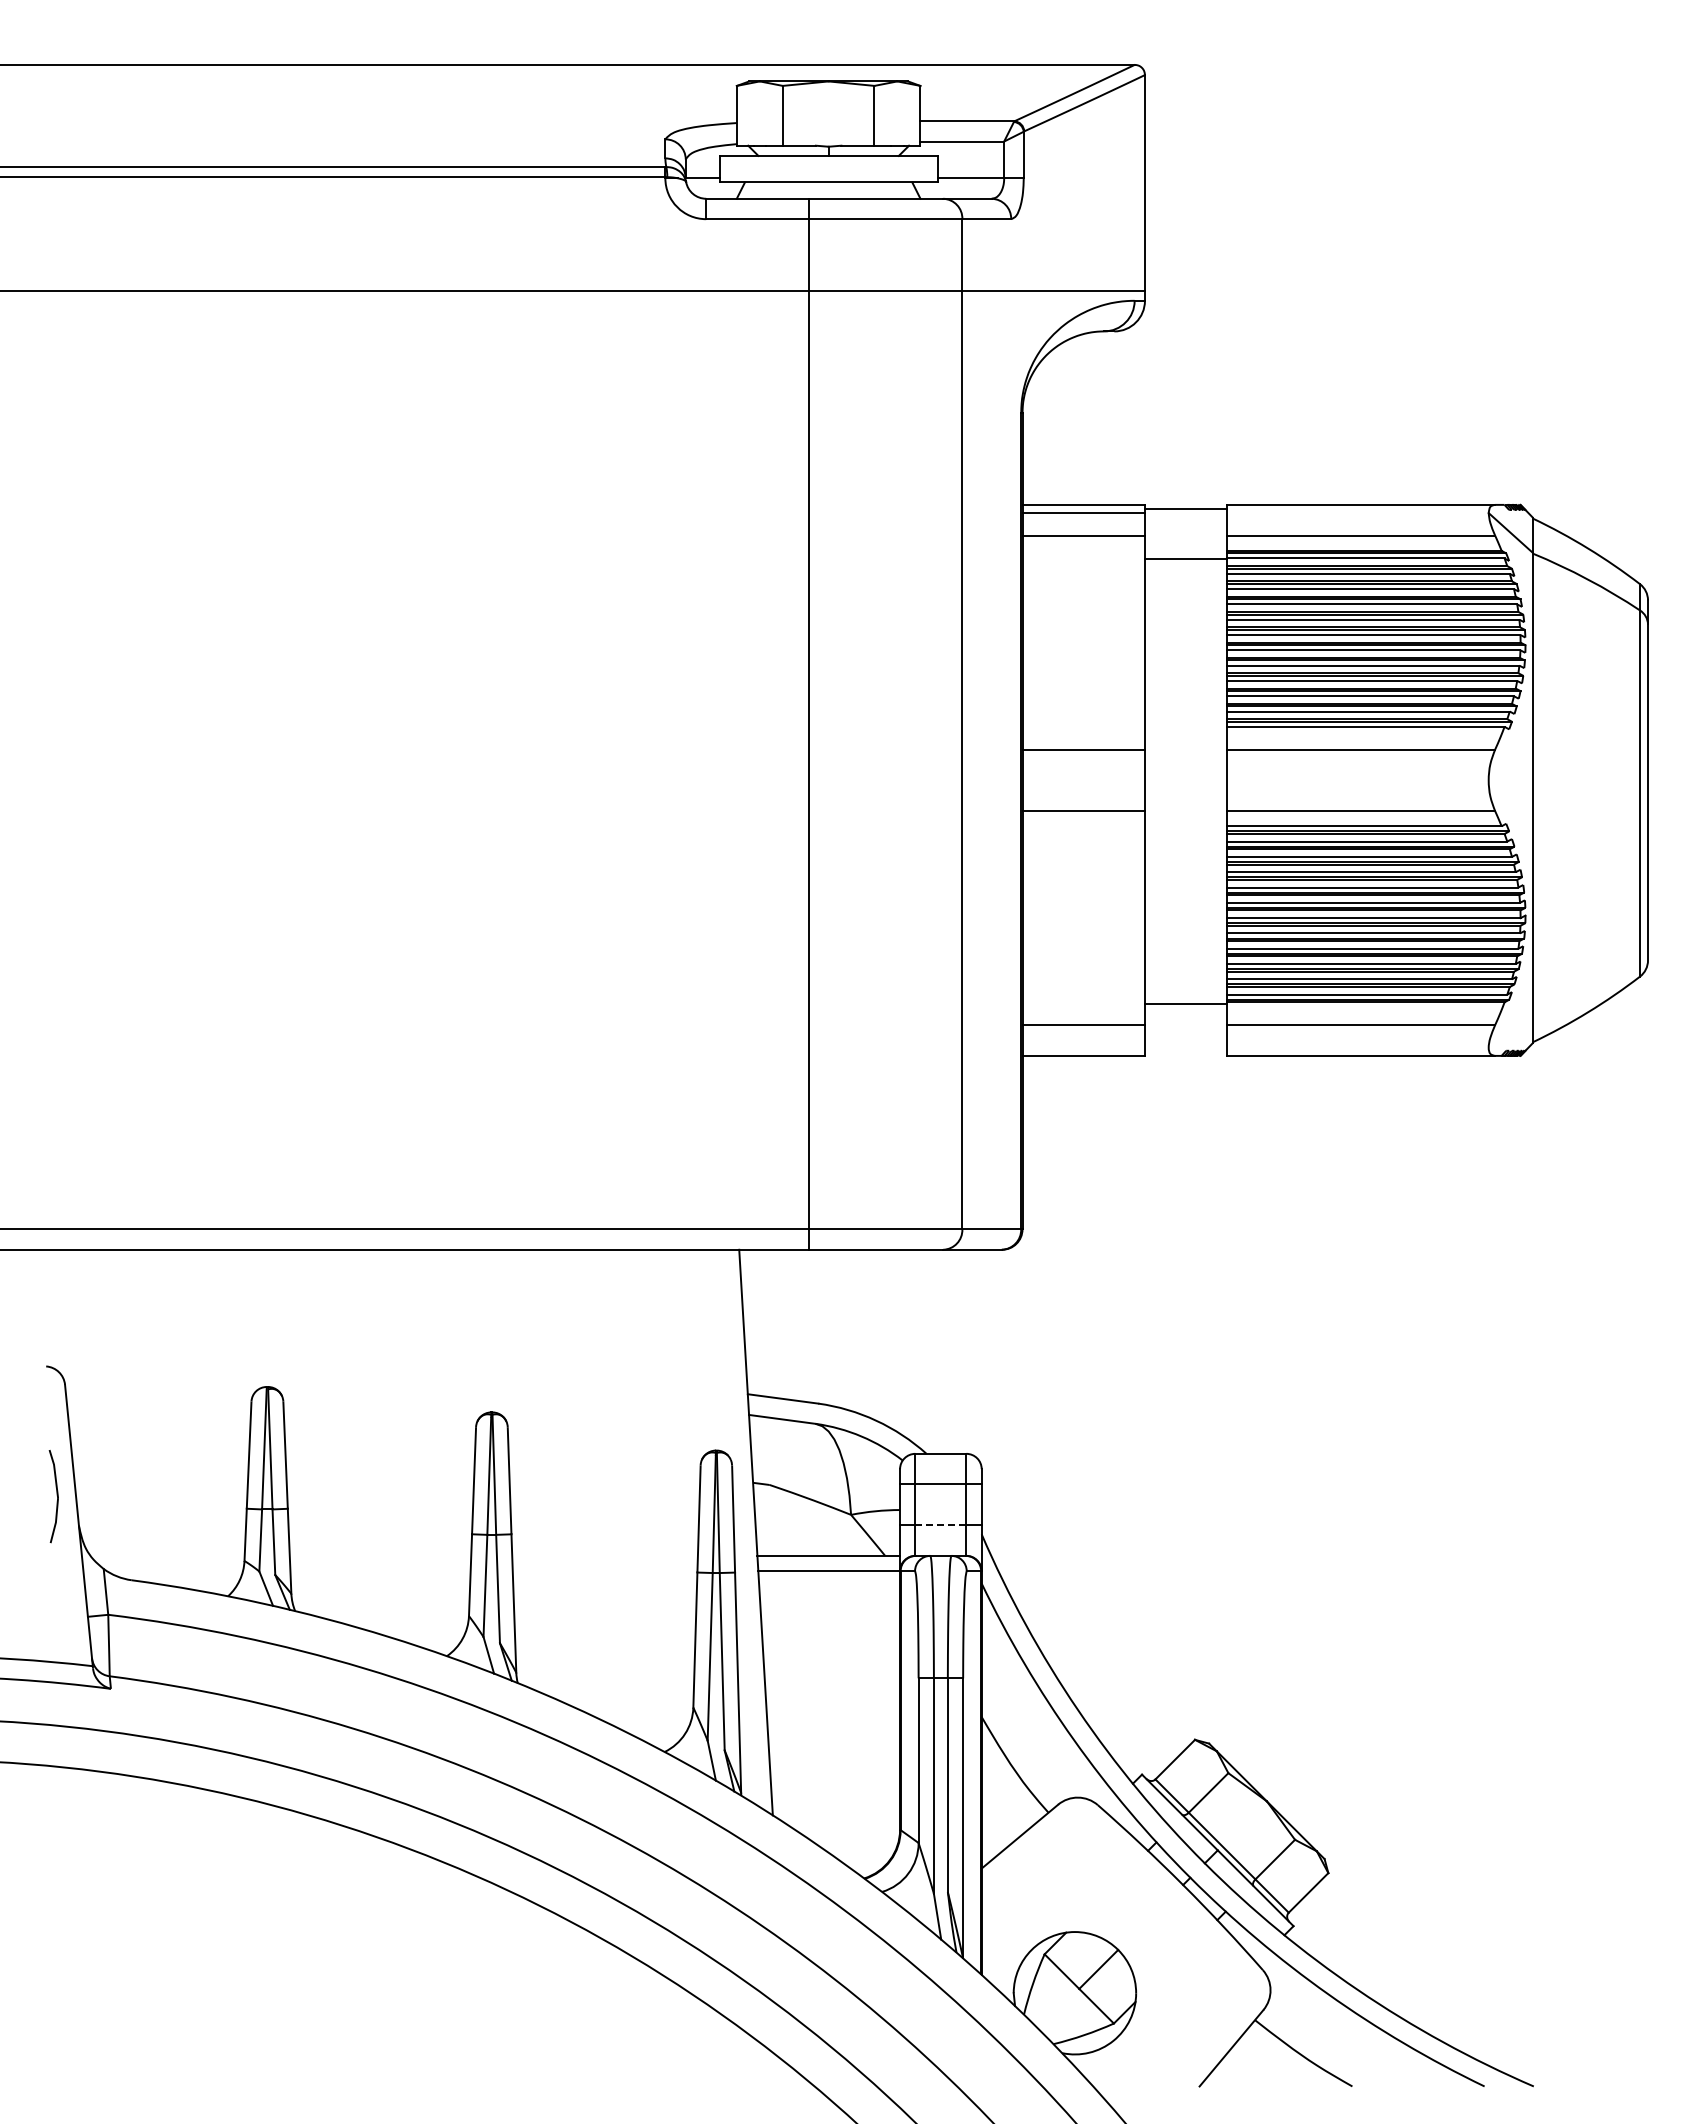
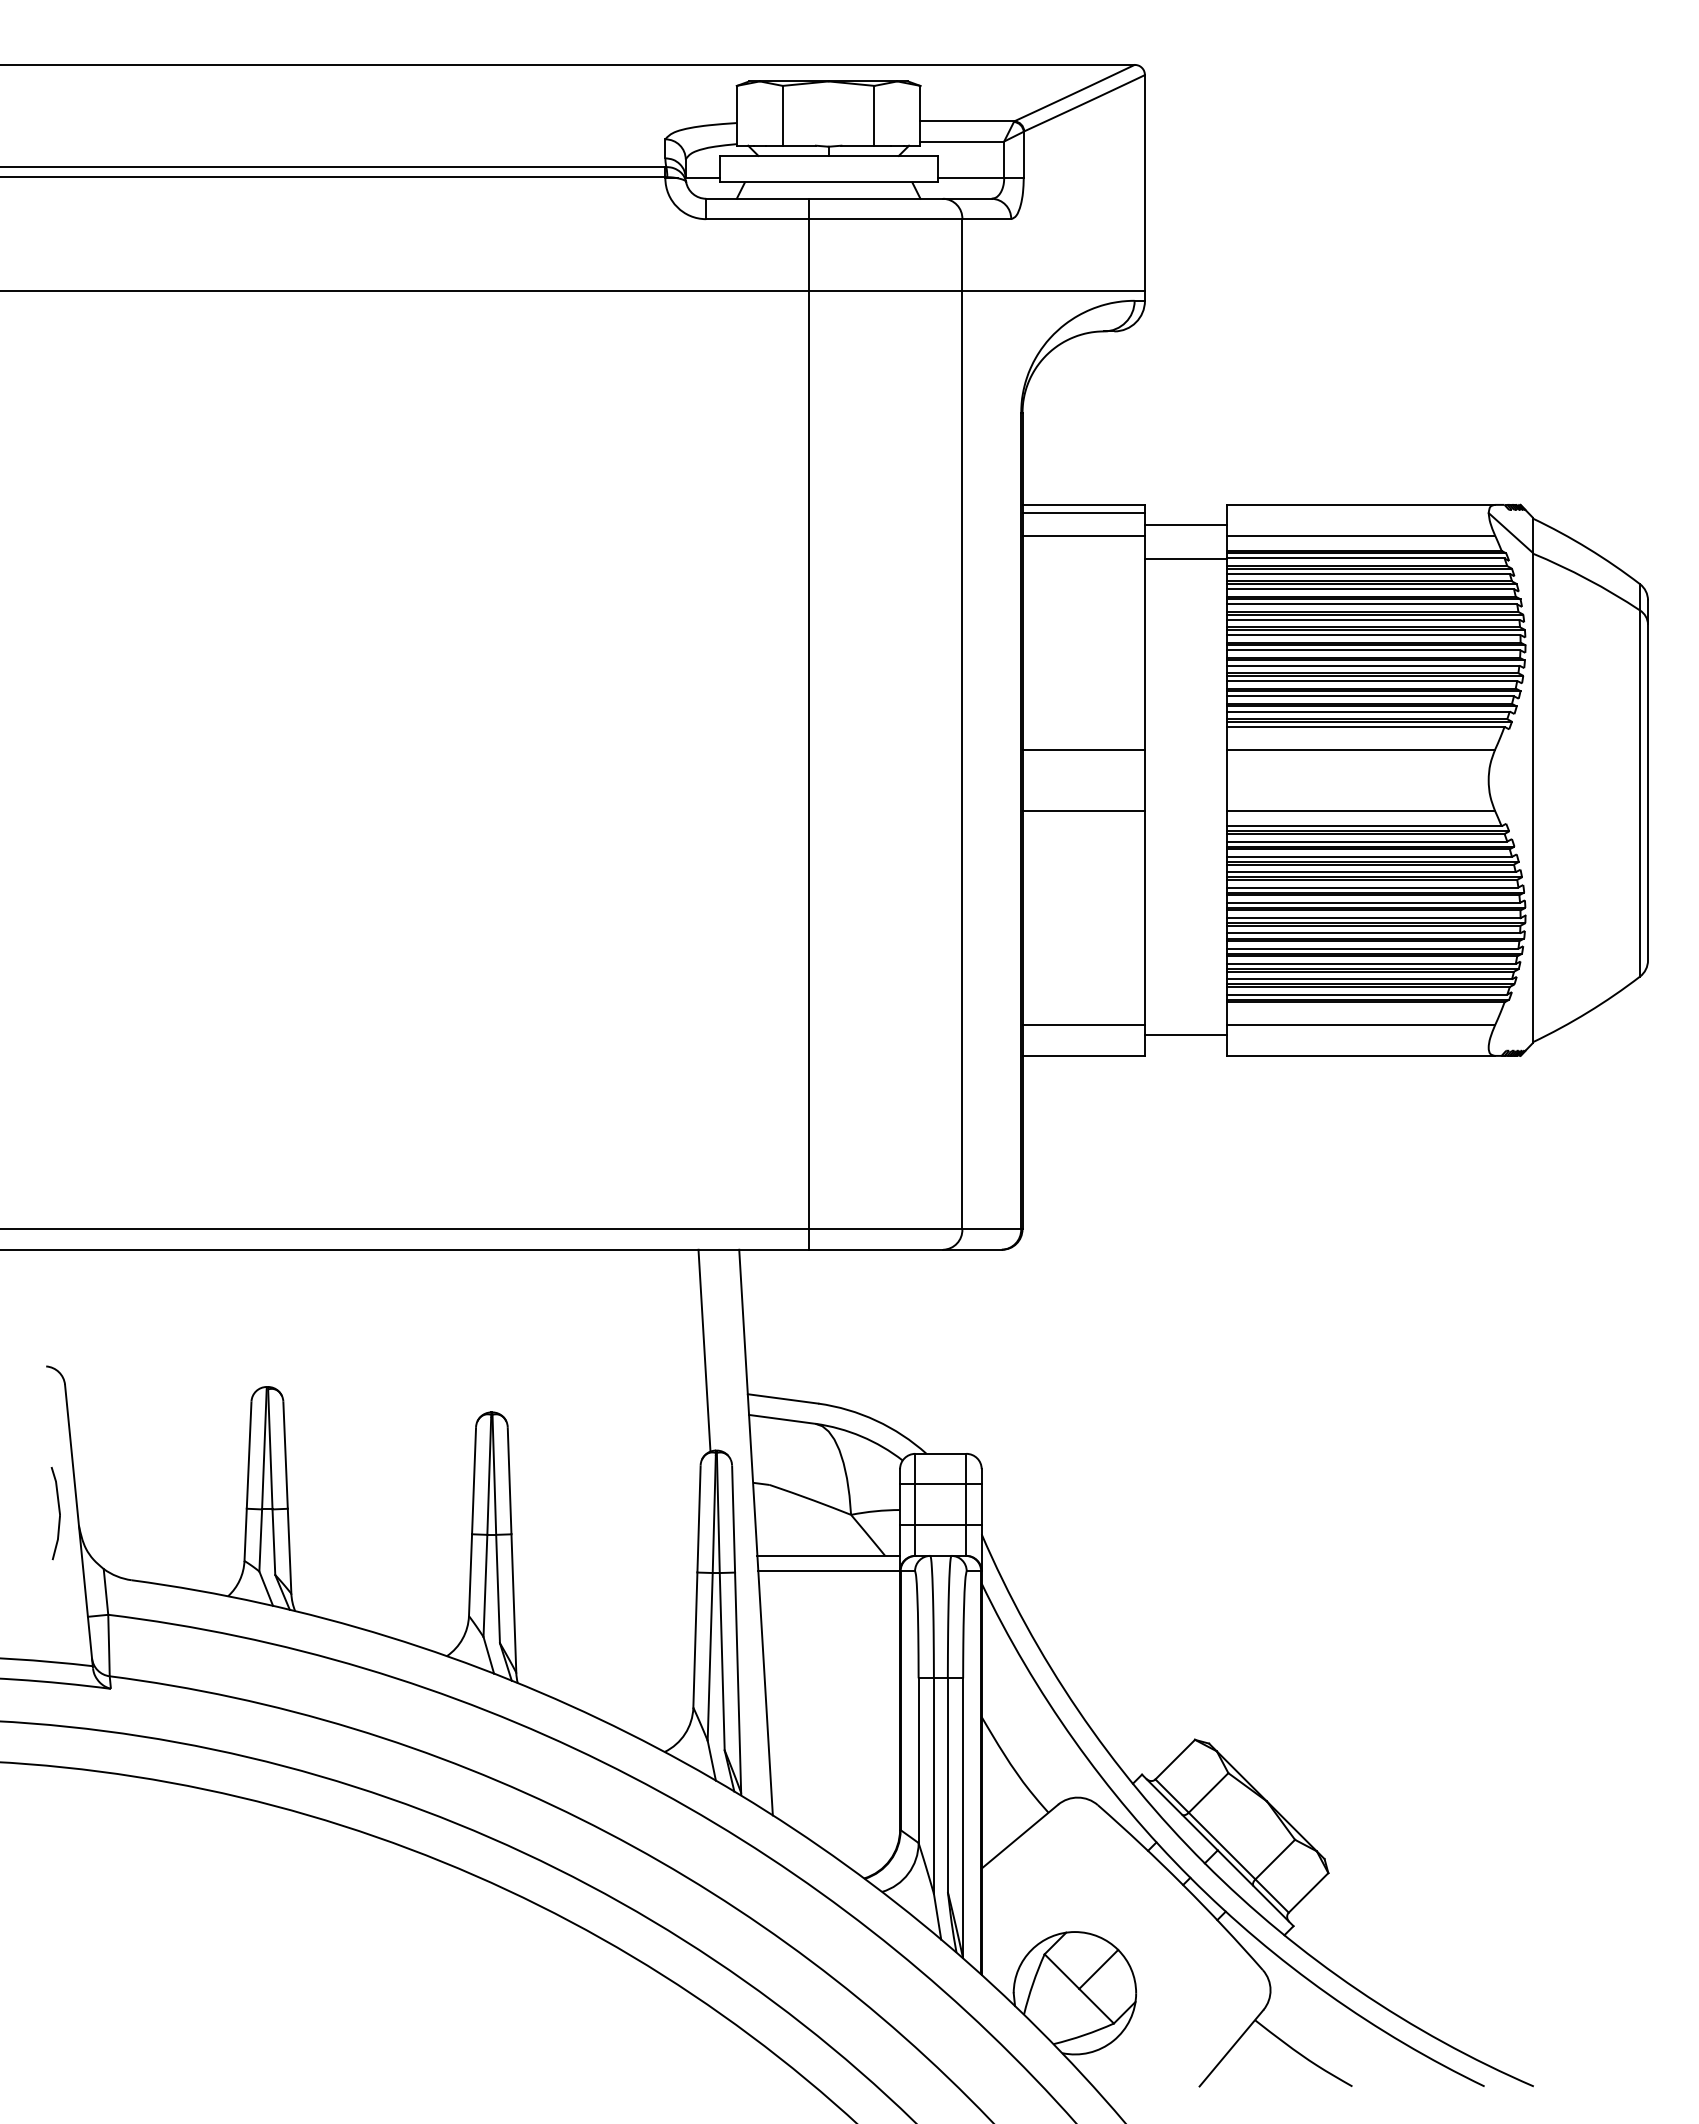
line at (1185, 509) position: (1185, 509) -> (1185, 525)
line at (1185, 1004) position: (1185, 1004) -> (1185, 1035)
line at (704, 1350): none -> present
part at (53, 1496) position: (53, 1496) -> (55, 1513)
line at (940, 1525): dashed -> solid
